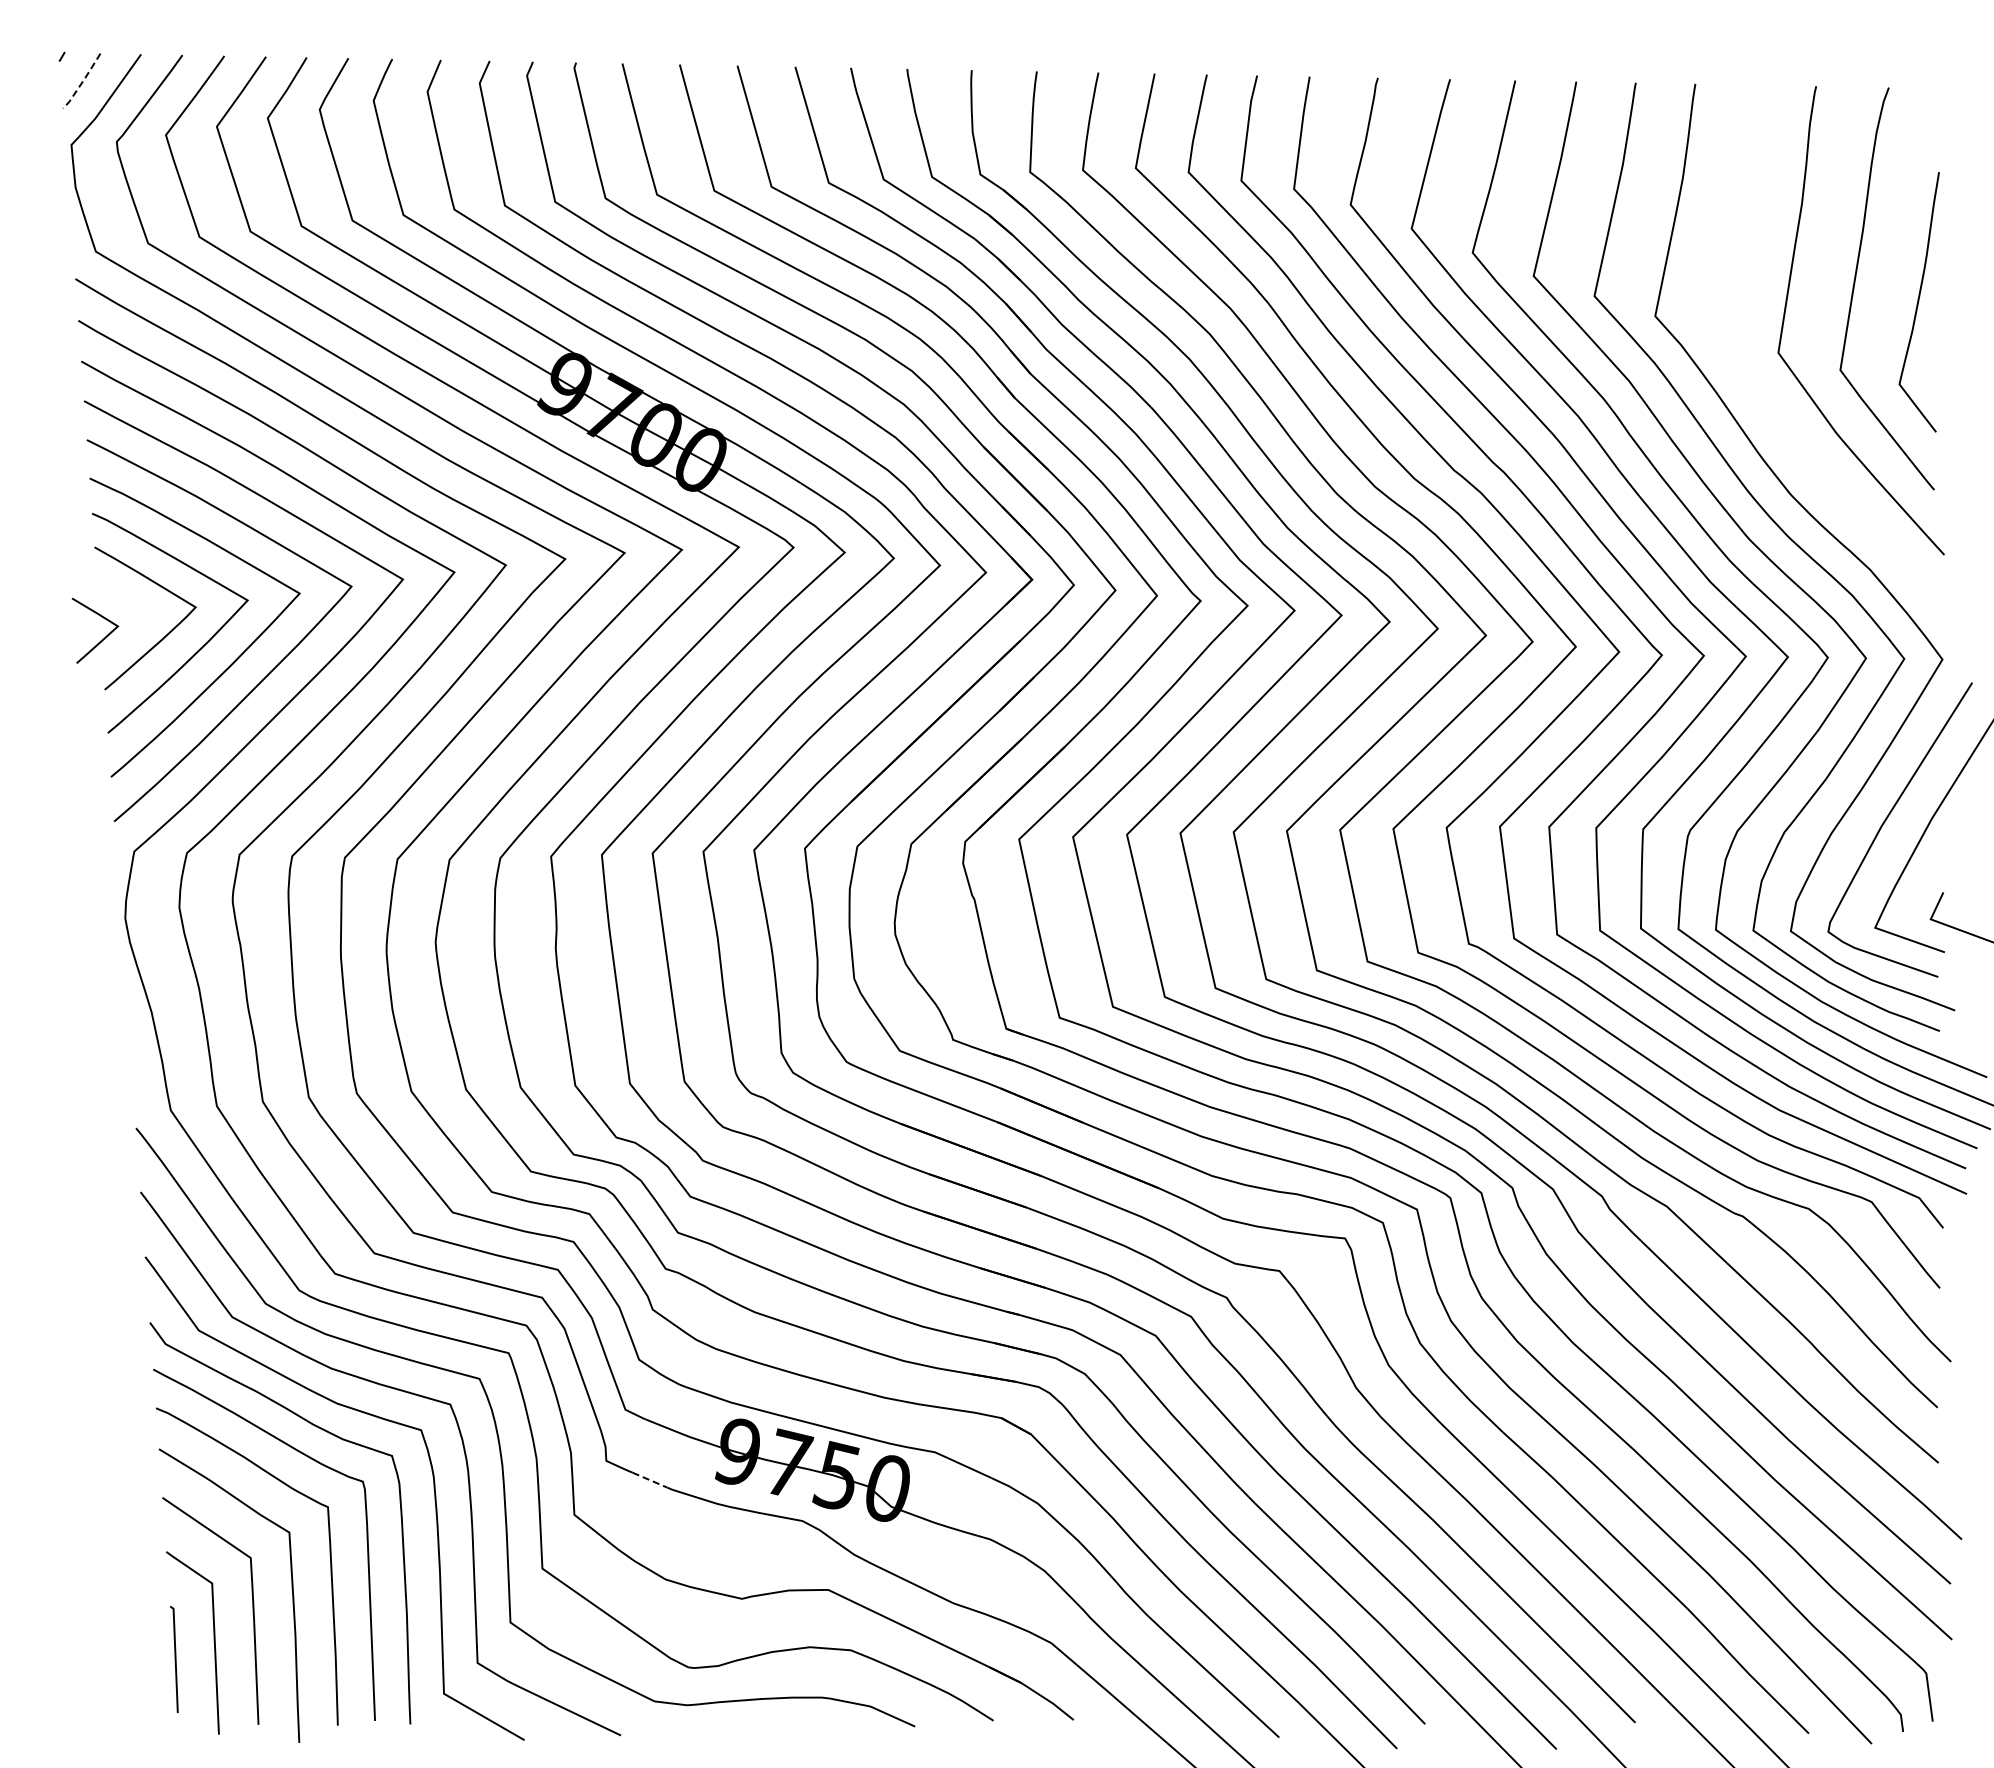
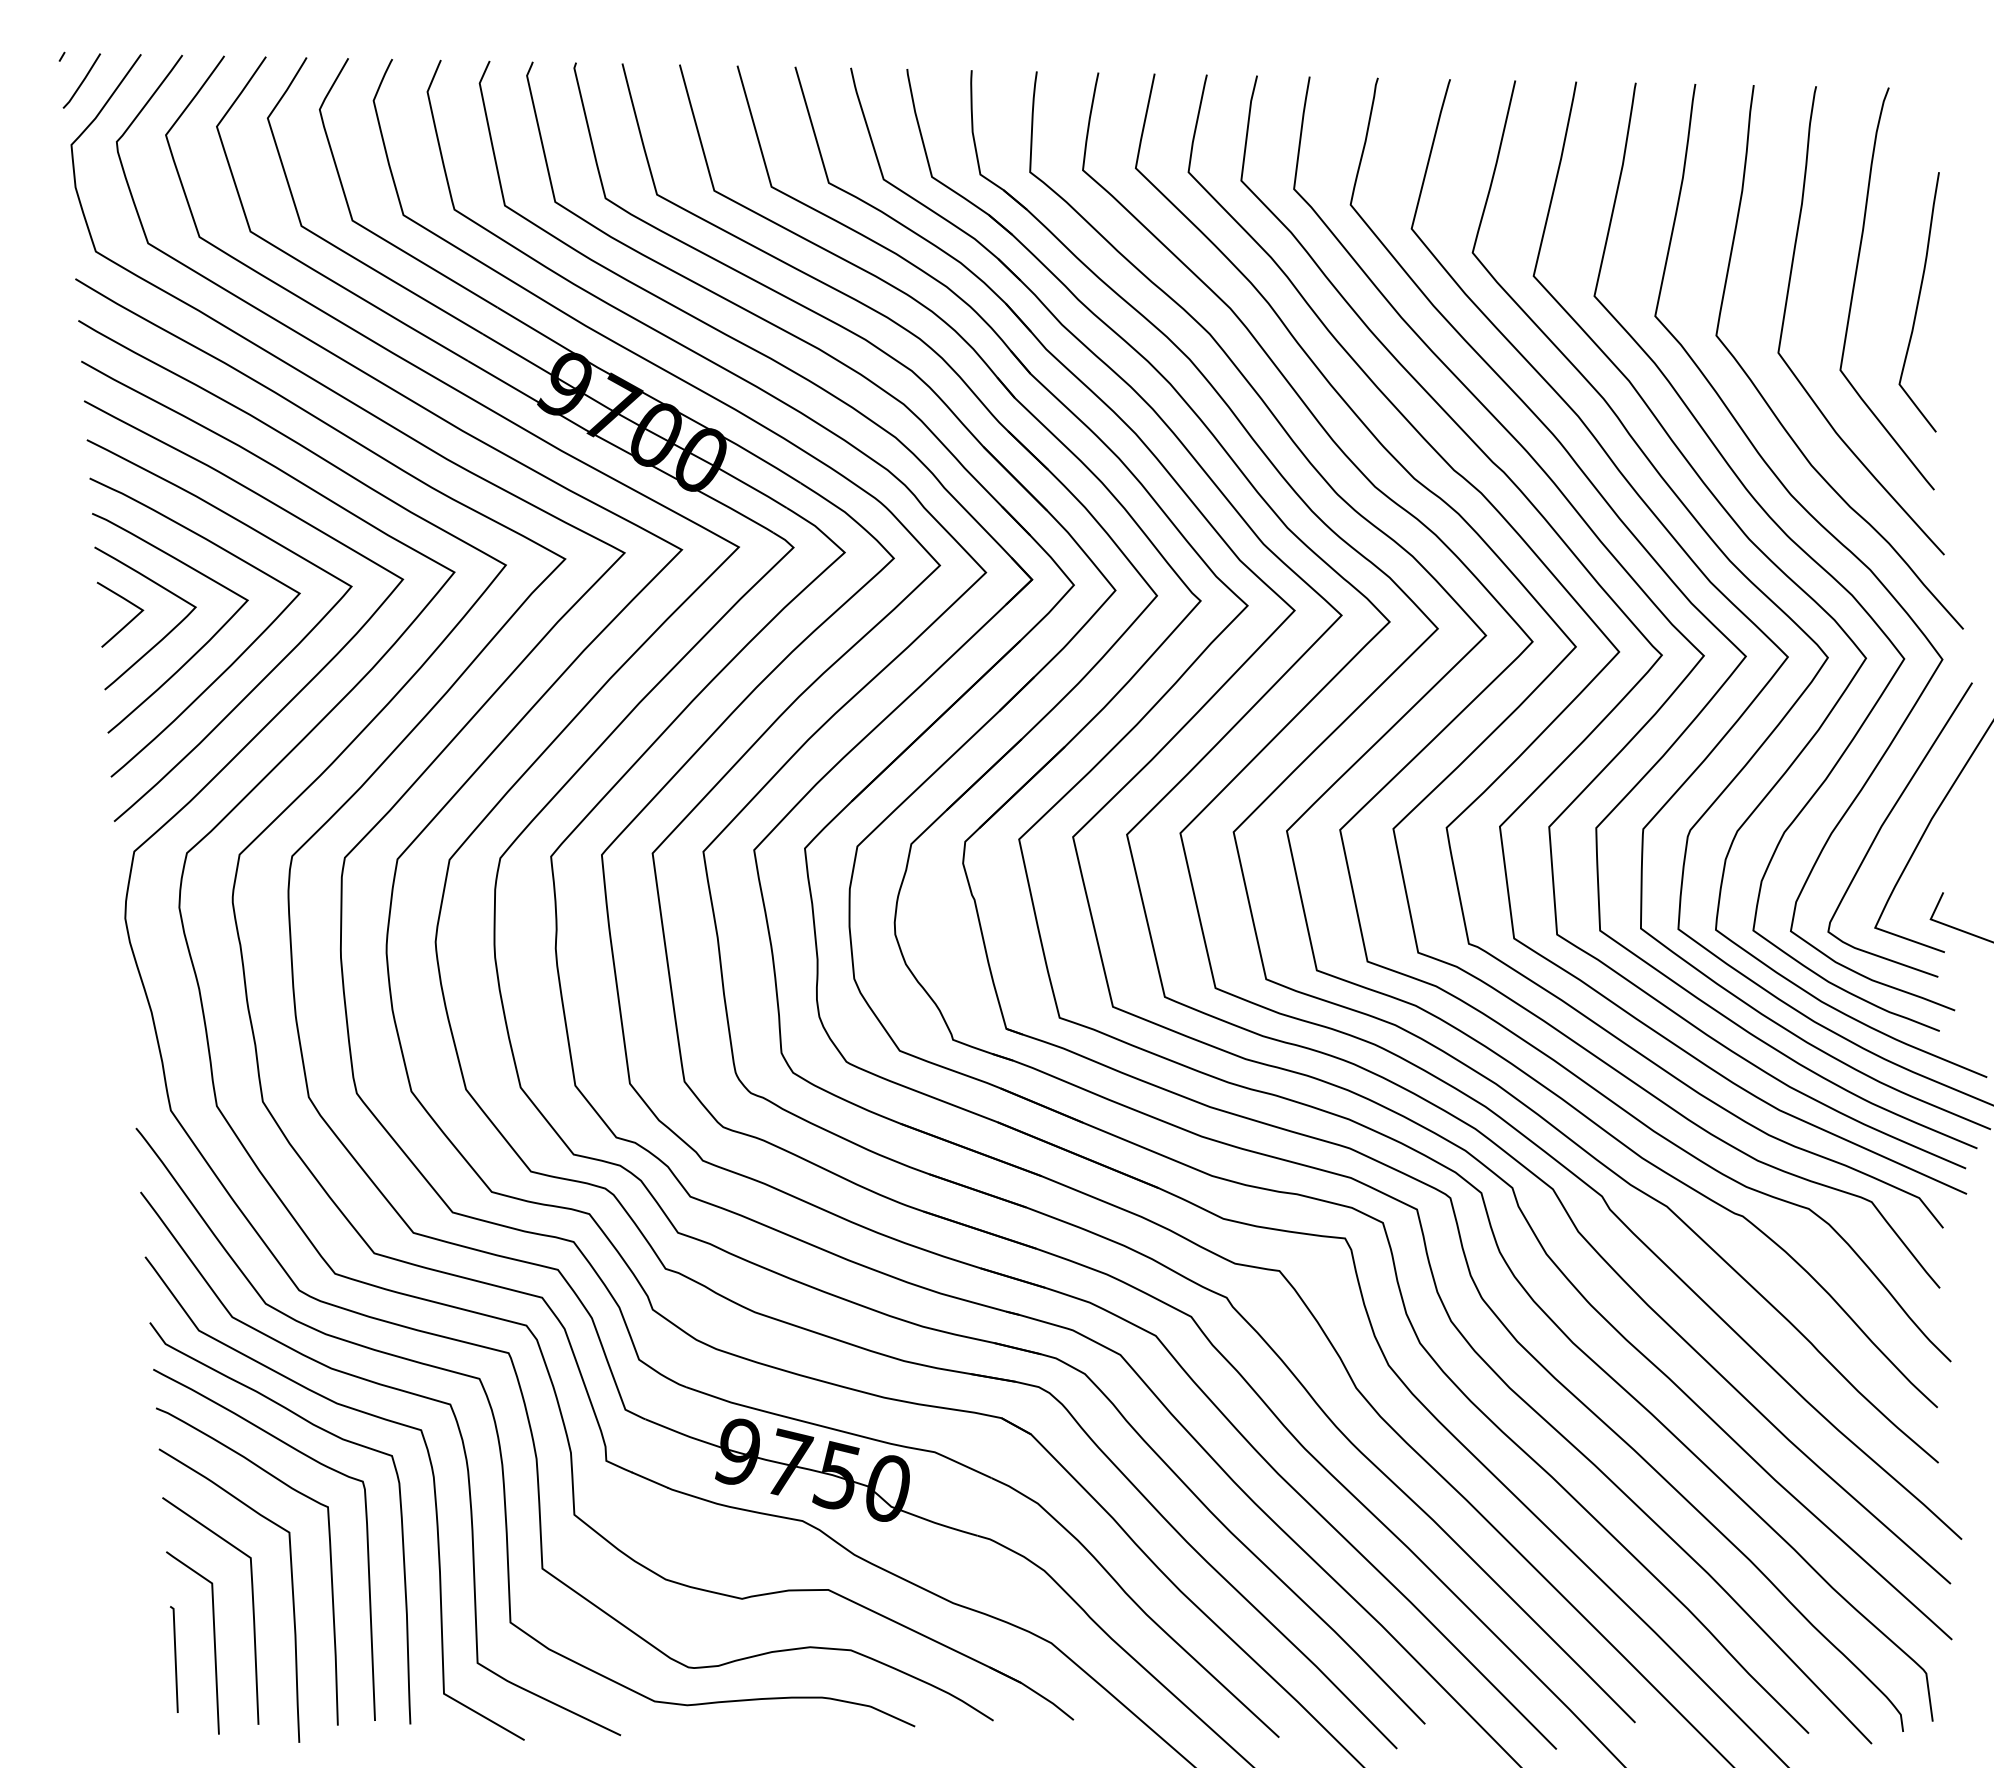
line at (82, 82): dashed -> solid
curve at (1770, 406): none -> present
curve at (101, 639) position: (101, 639) -> (126, 623)
line at (650, 1480): dashed -> solid
